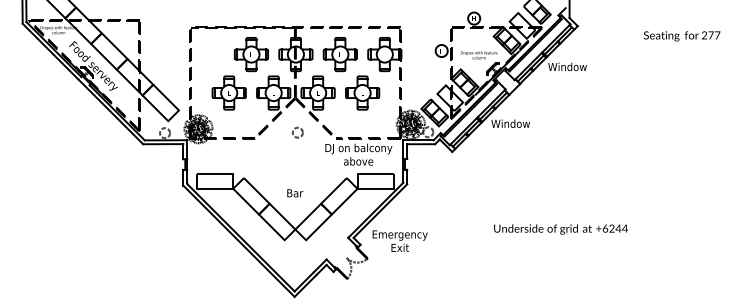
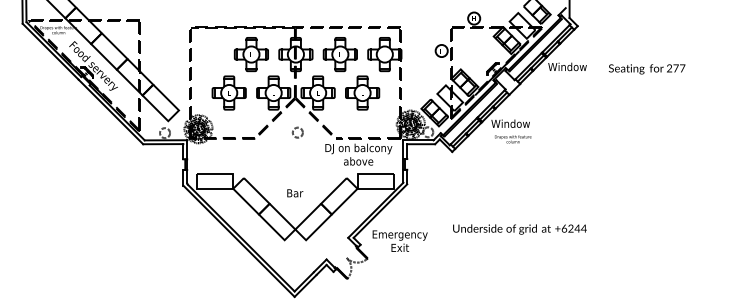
text at (682, 36) position: (682, 36) -> (647, 69)
text at (479, 55) position: (479, 55) -> (513, 139)
text at (560, 229) position: (560, 229) -> (519, 229)
